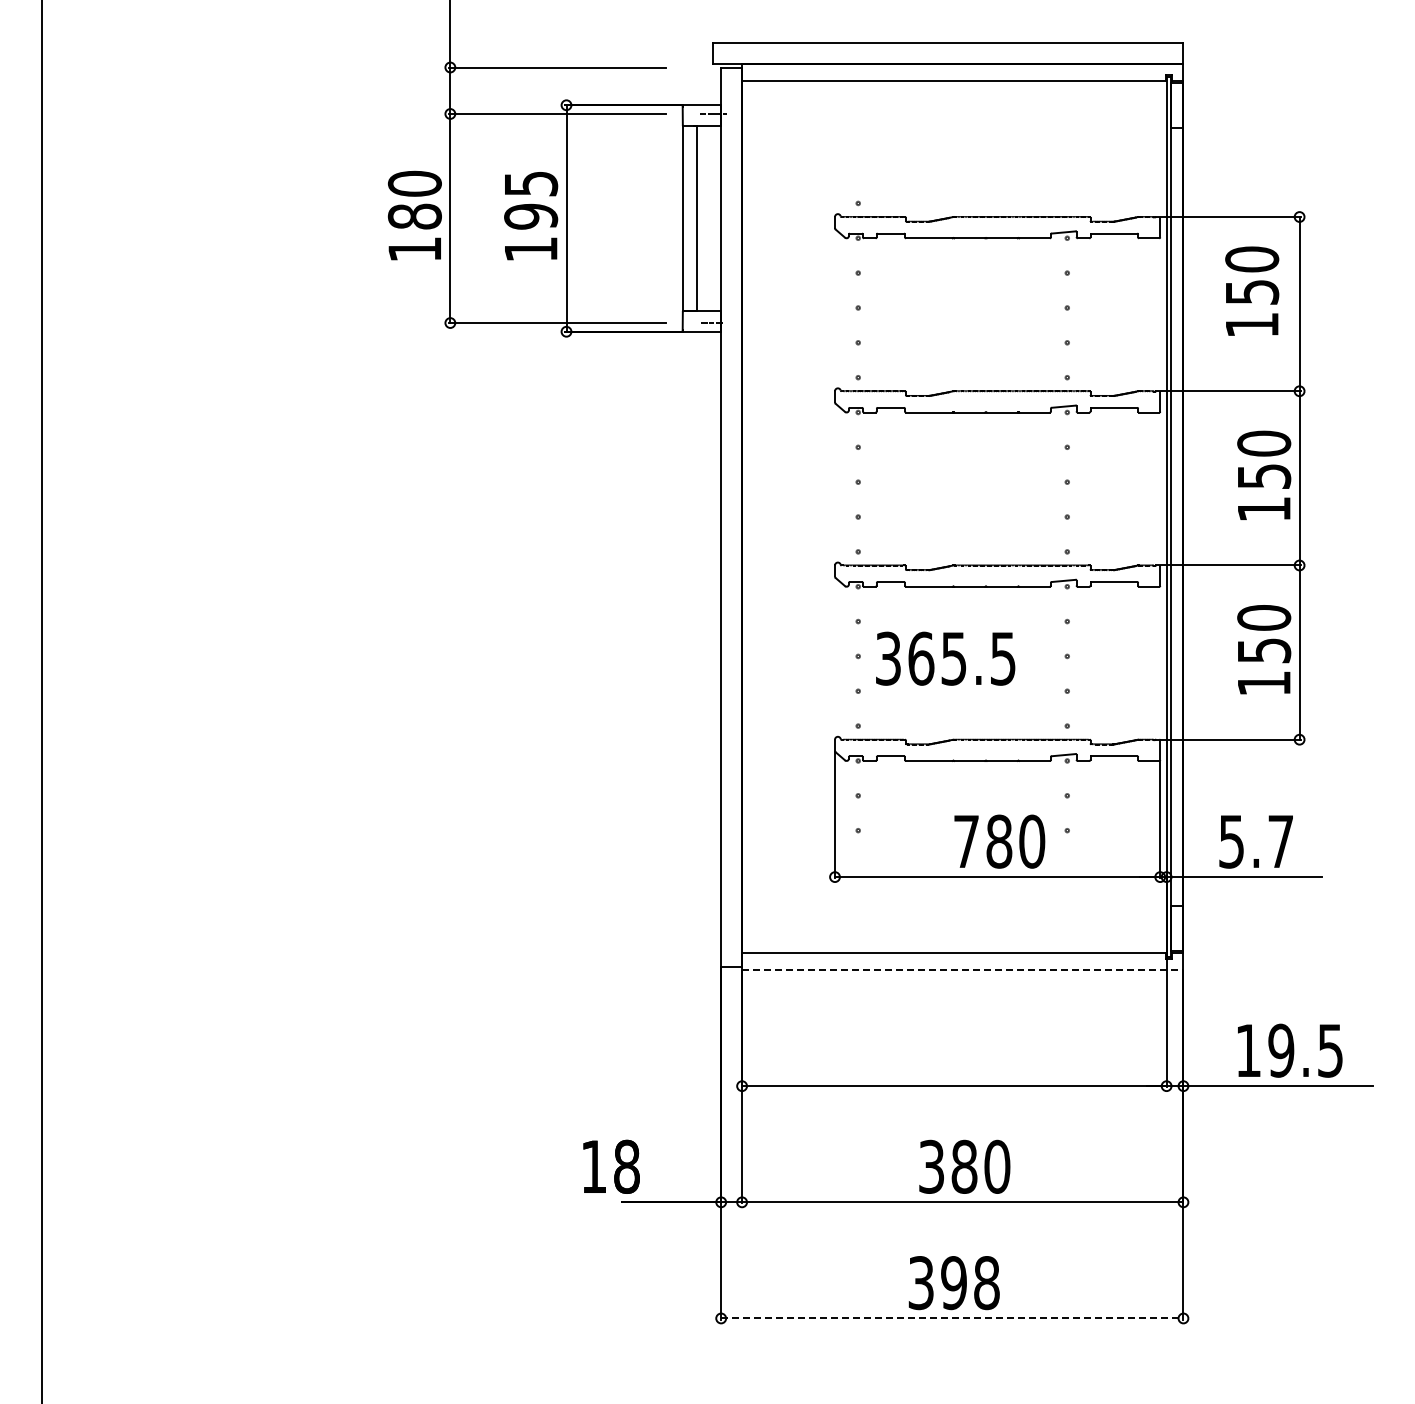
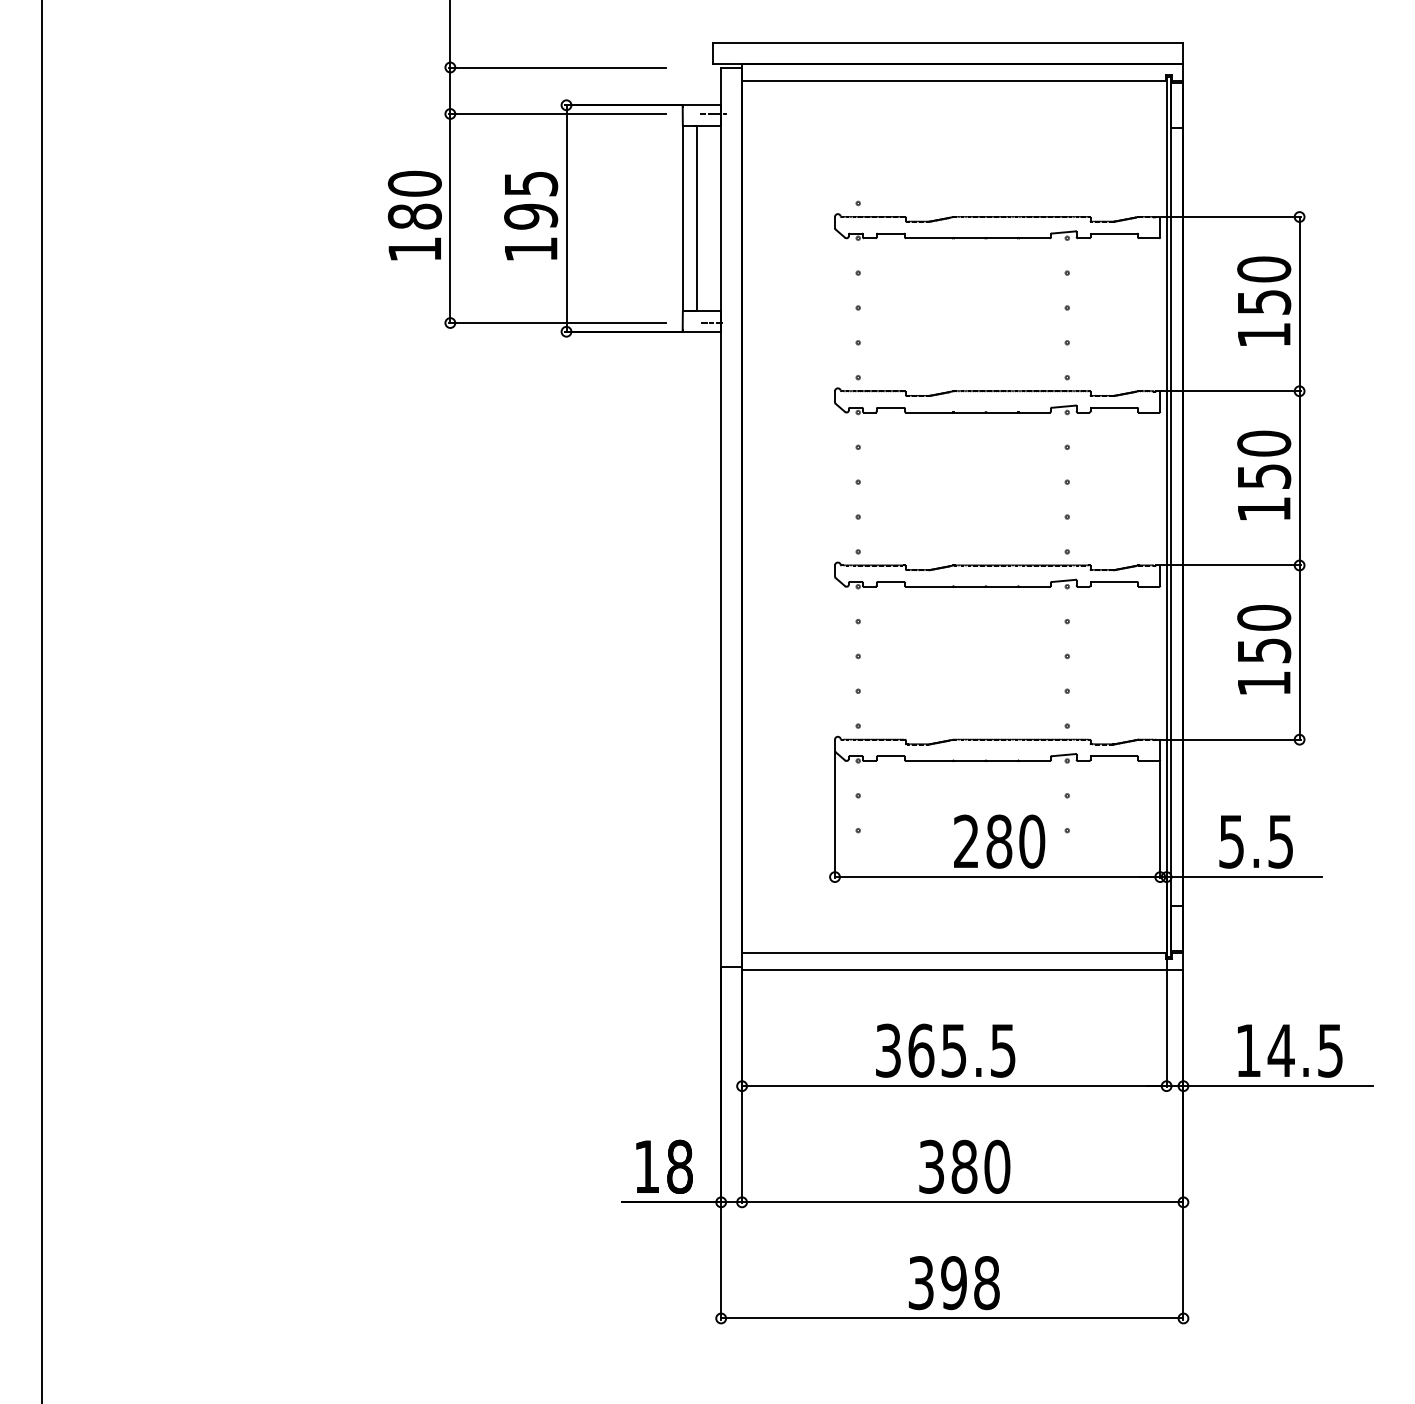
text at (1252, 290) position: (1252, 290) -> (1264, 300)
text at (945, 658) position: (945, 658) -> (945, 1050)
text at (966, 840): 780 -> 280
text at (1280, 841): 5.7 -> 5.5
line at (962, 970): dashed -> solid
text at (1280, 1050): 19.5 -> 14.5
text at (611, 1166) position: (611, 1166) -> (664, 1166)
line at (952, 1318): dashed -> solid
